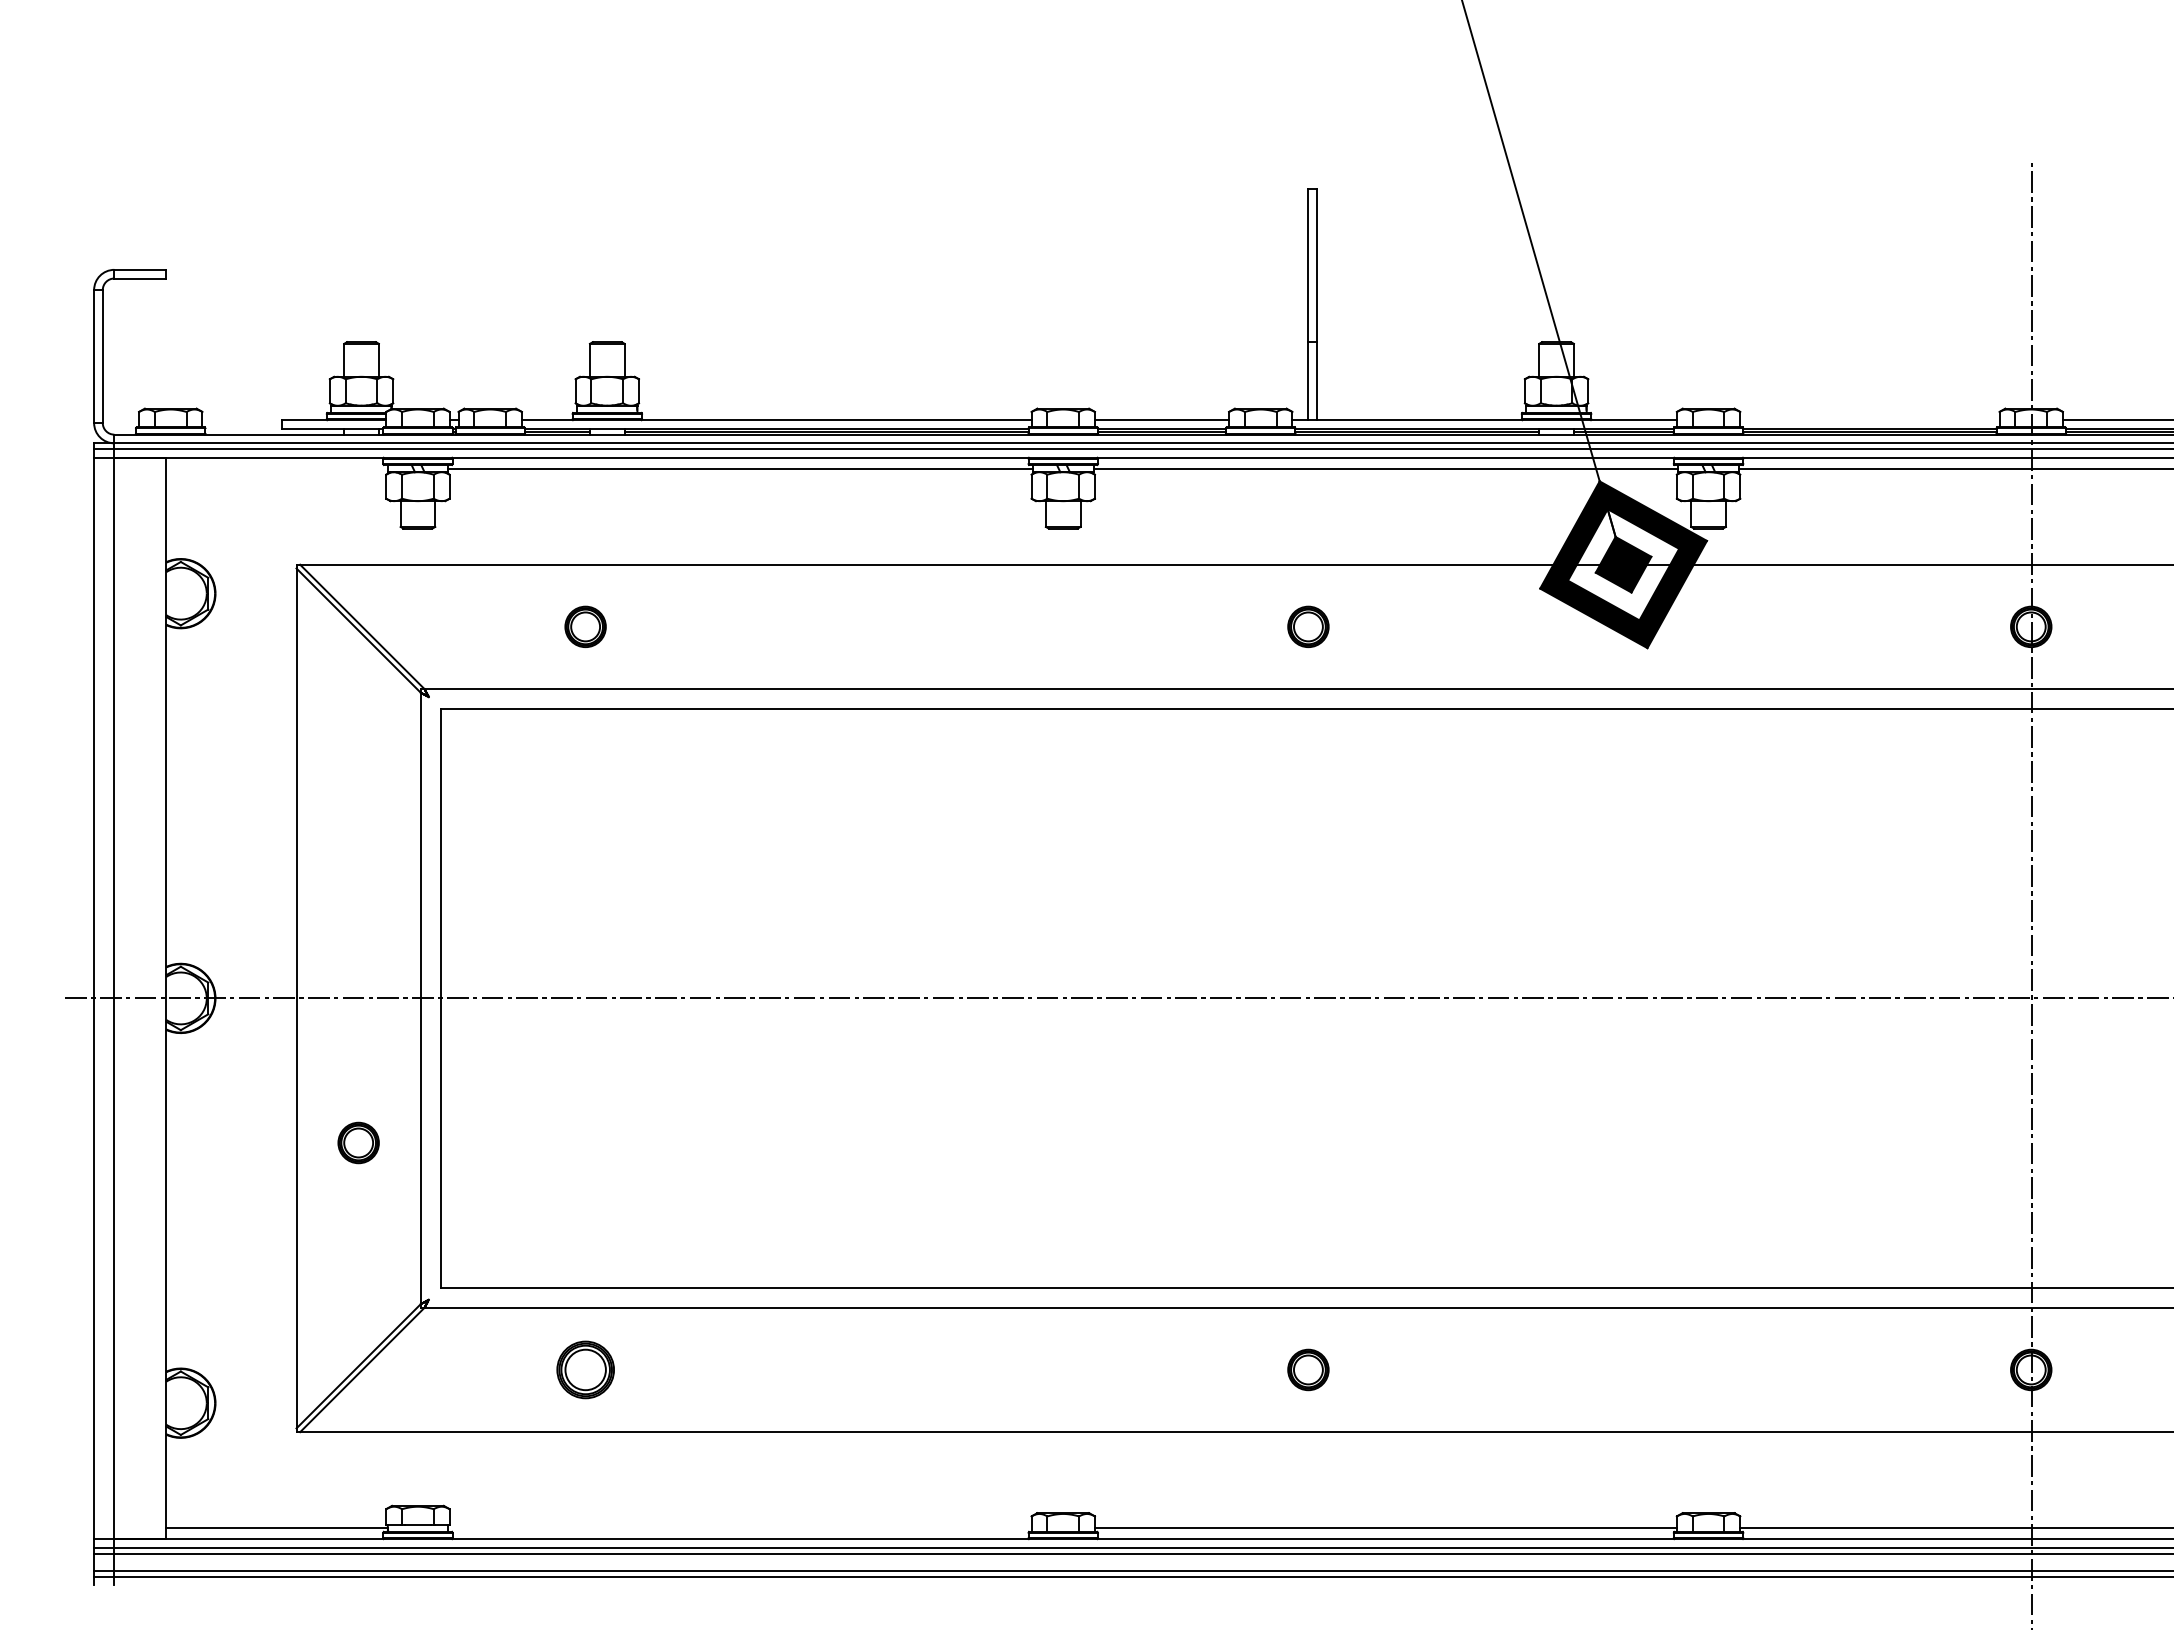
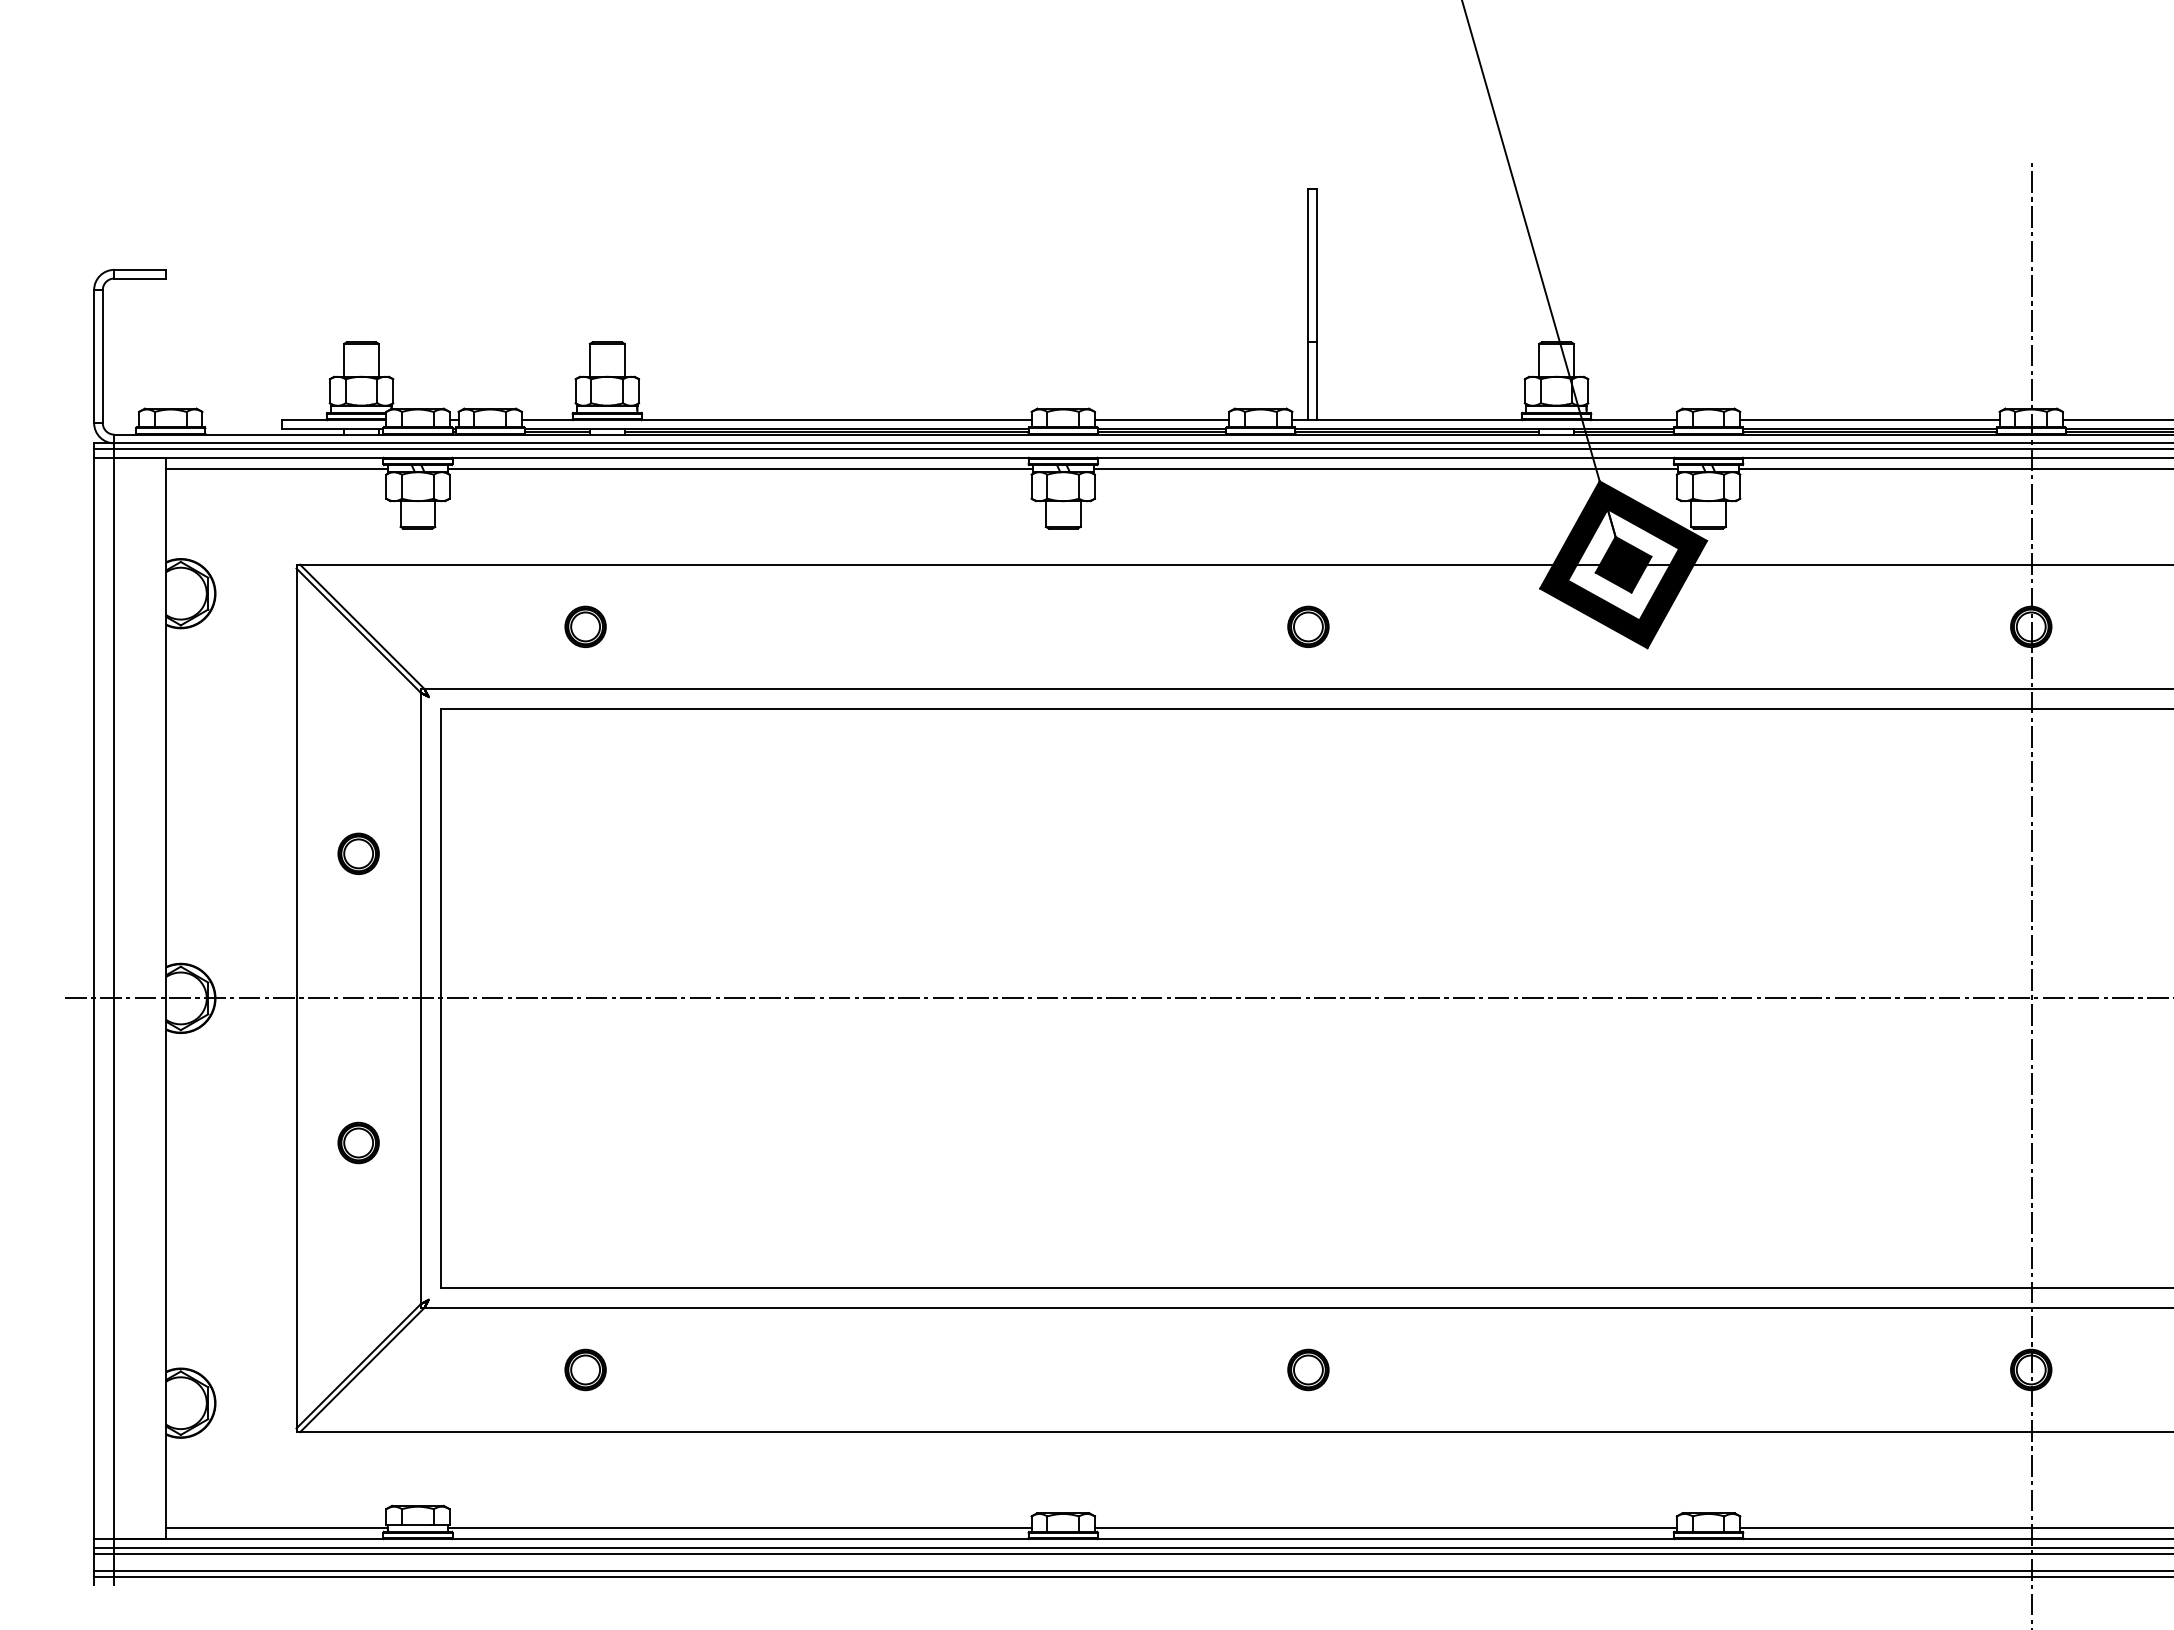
line at (1869, 420): none -> present
line at (276, 469): none -> present
part at (358, 853): none -> present
part at (585, 1369) size: 59x60 px -> 43x44 px
line at (739, 1527): none -> present
